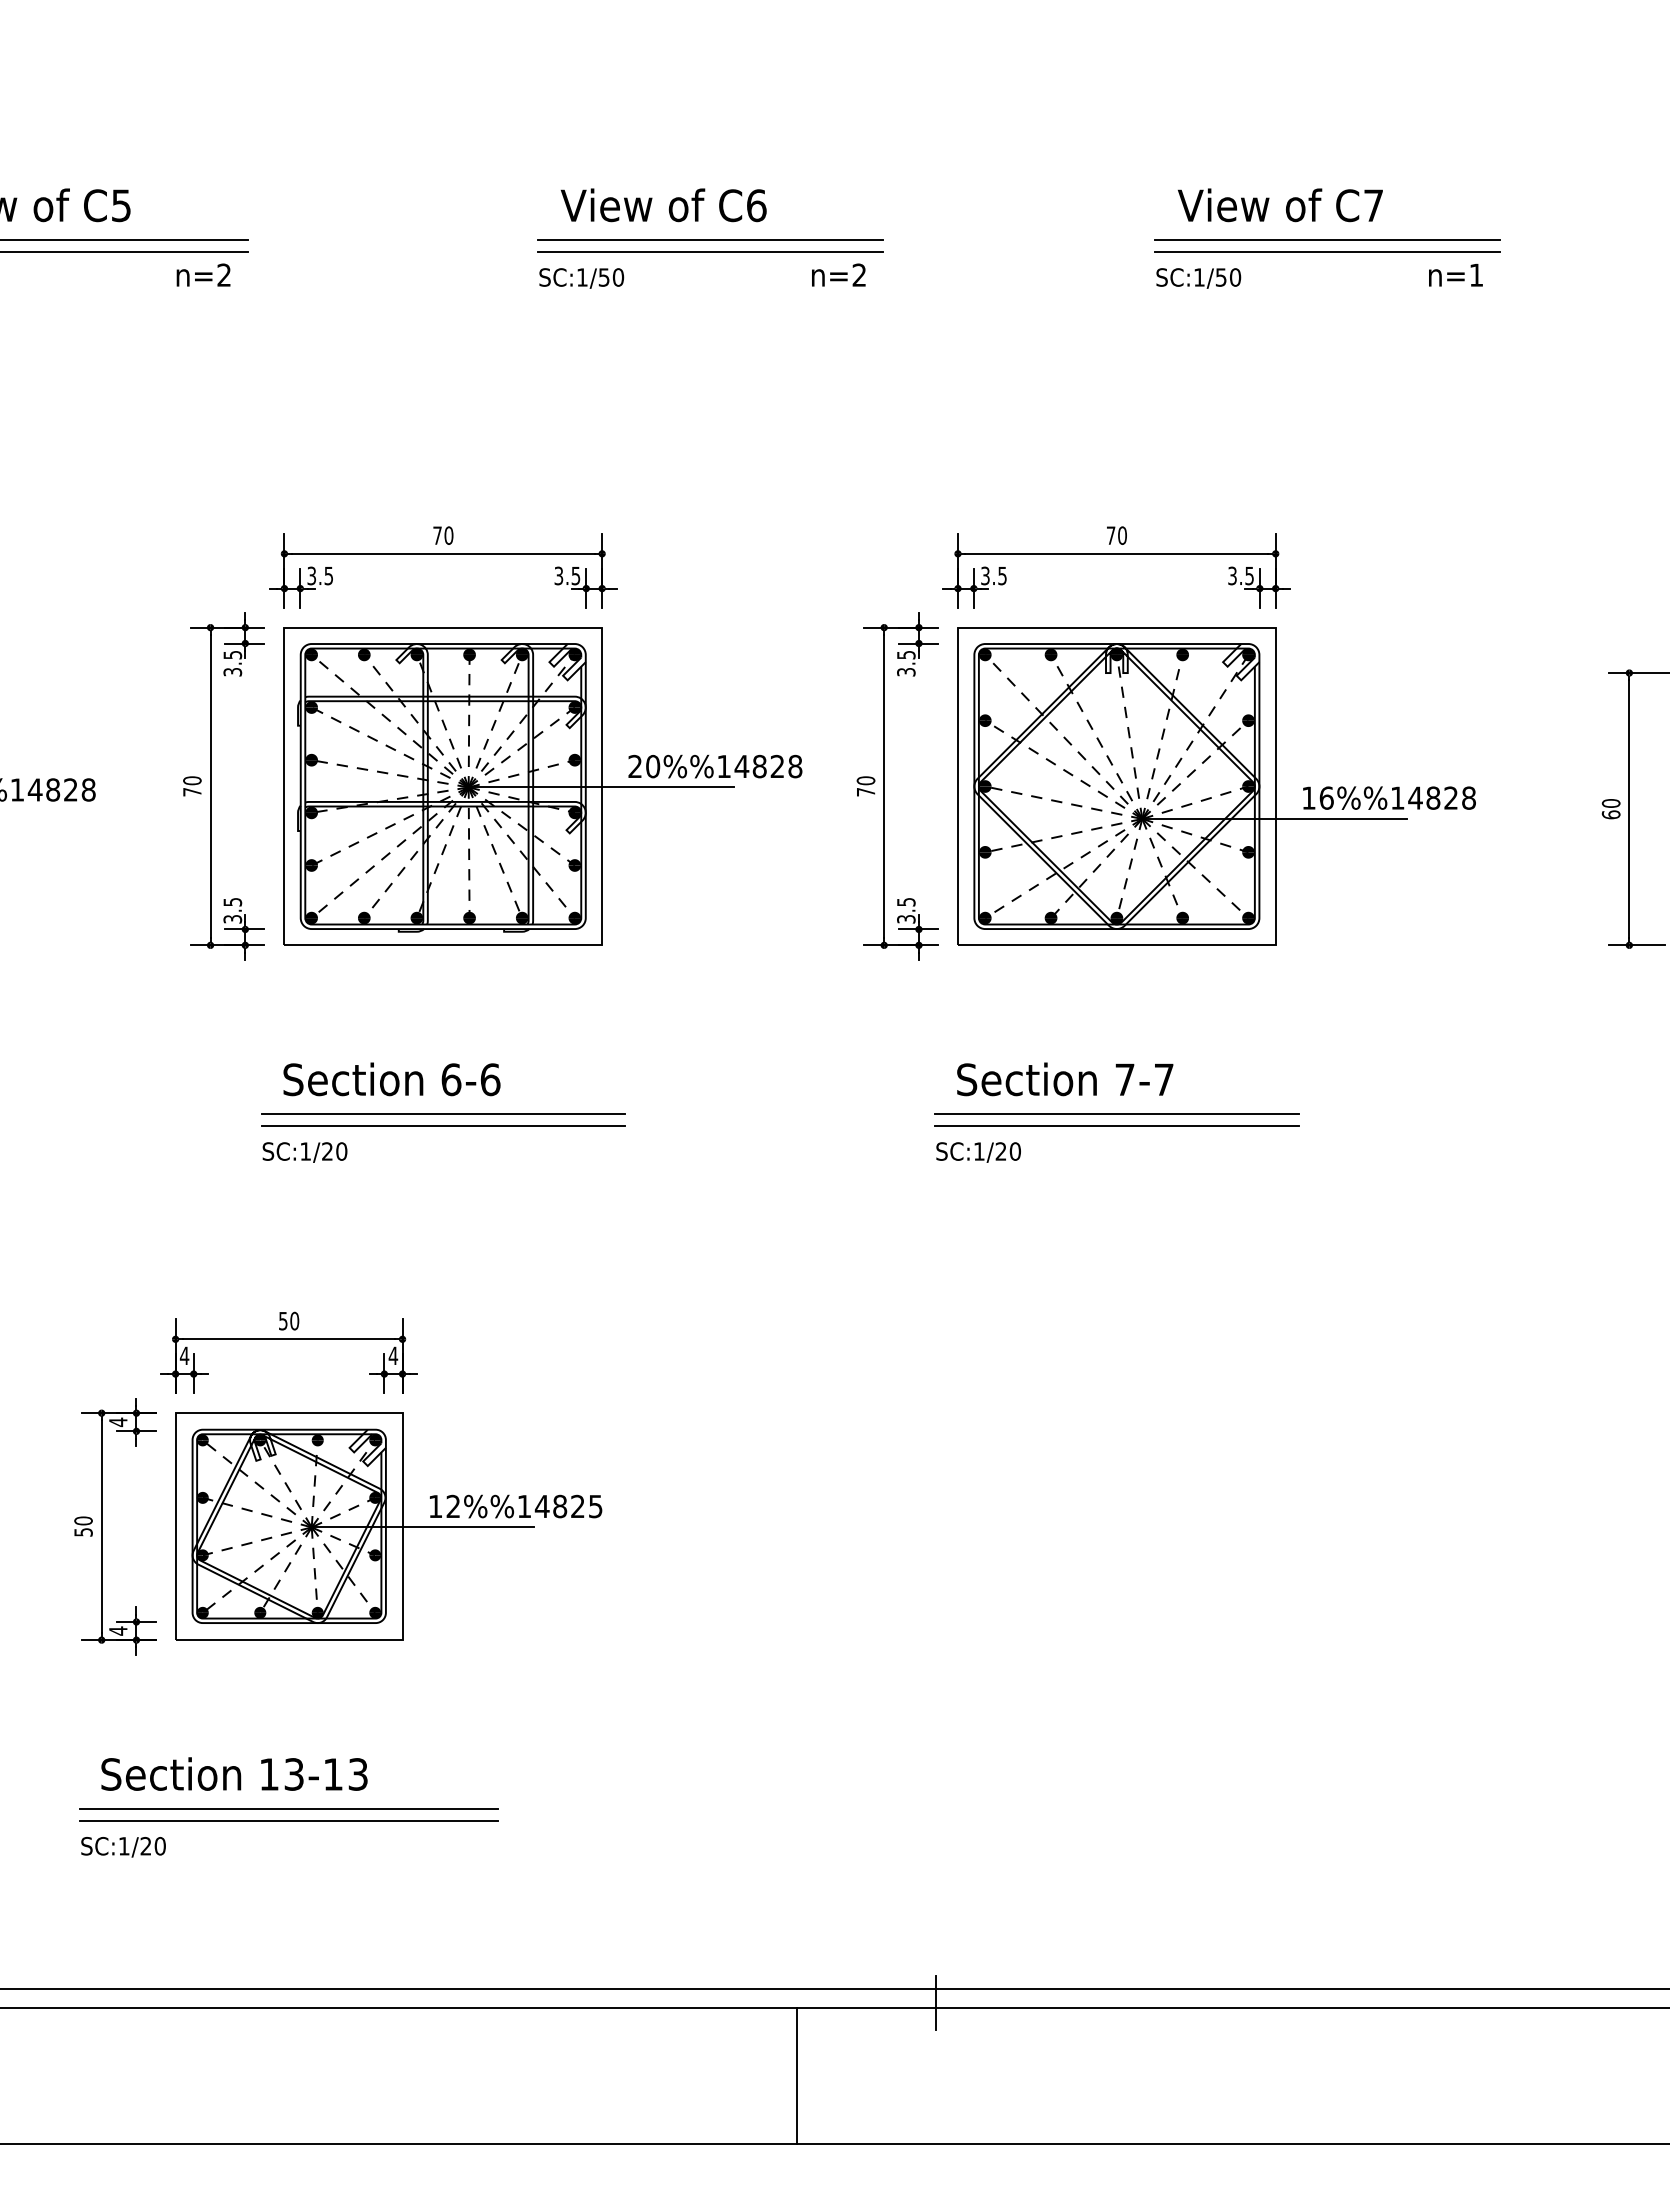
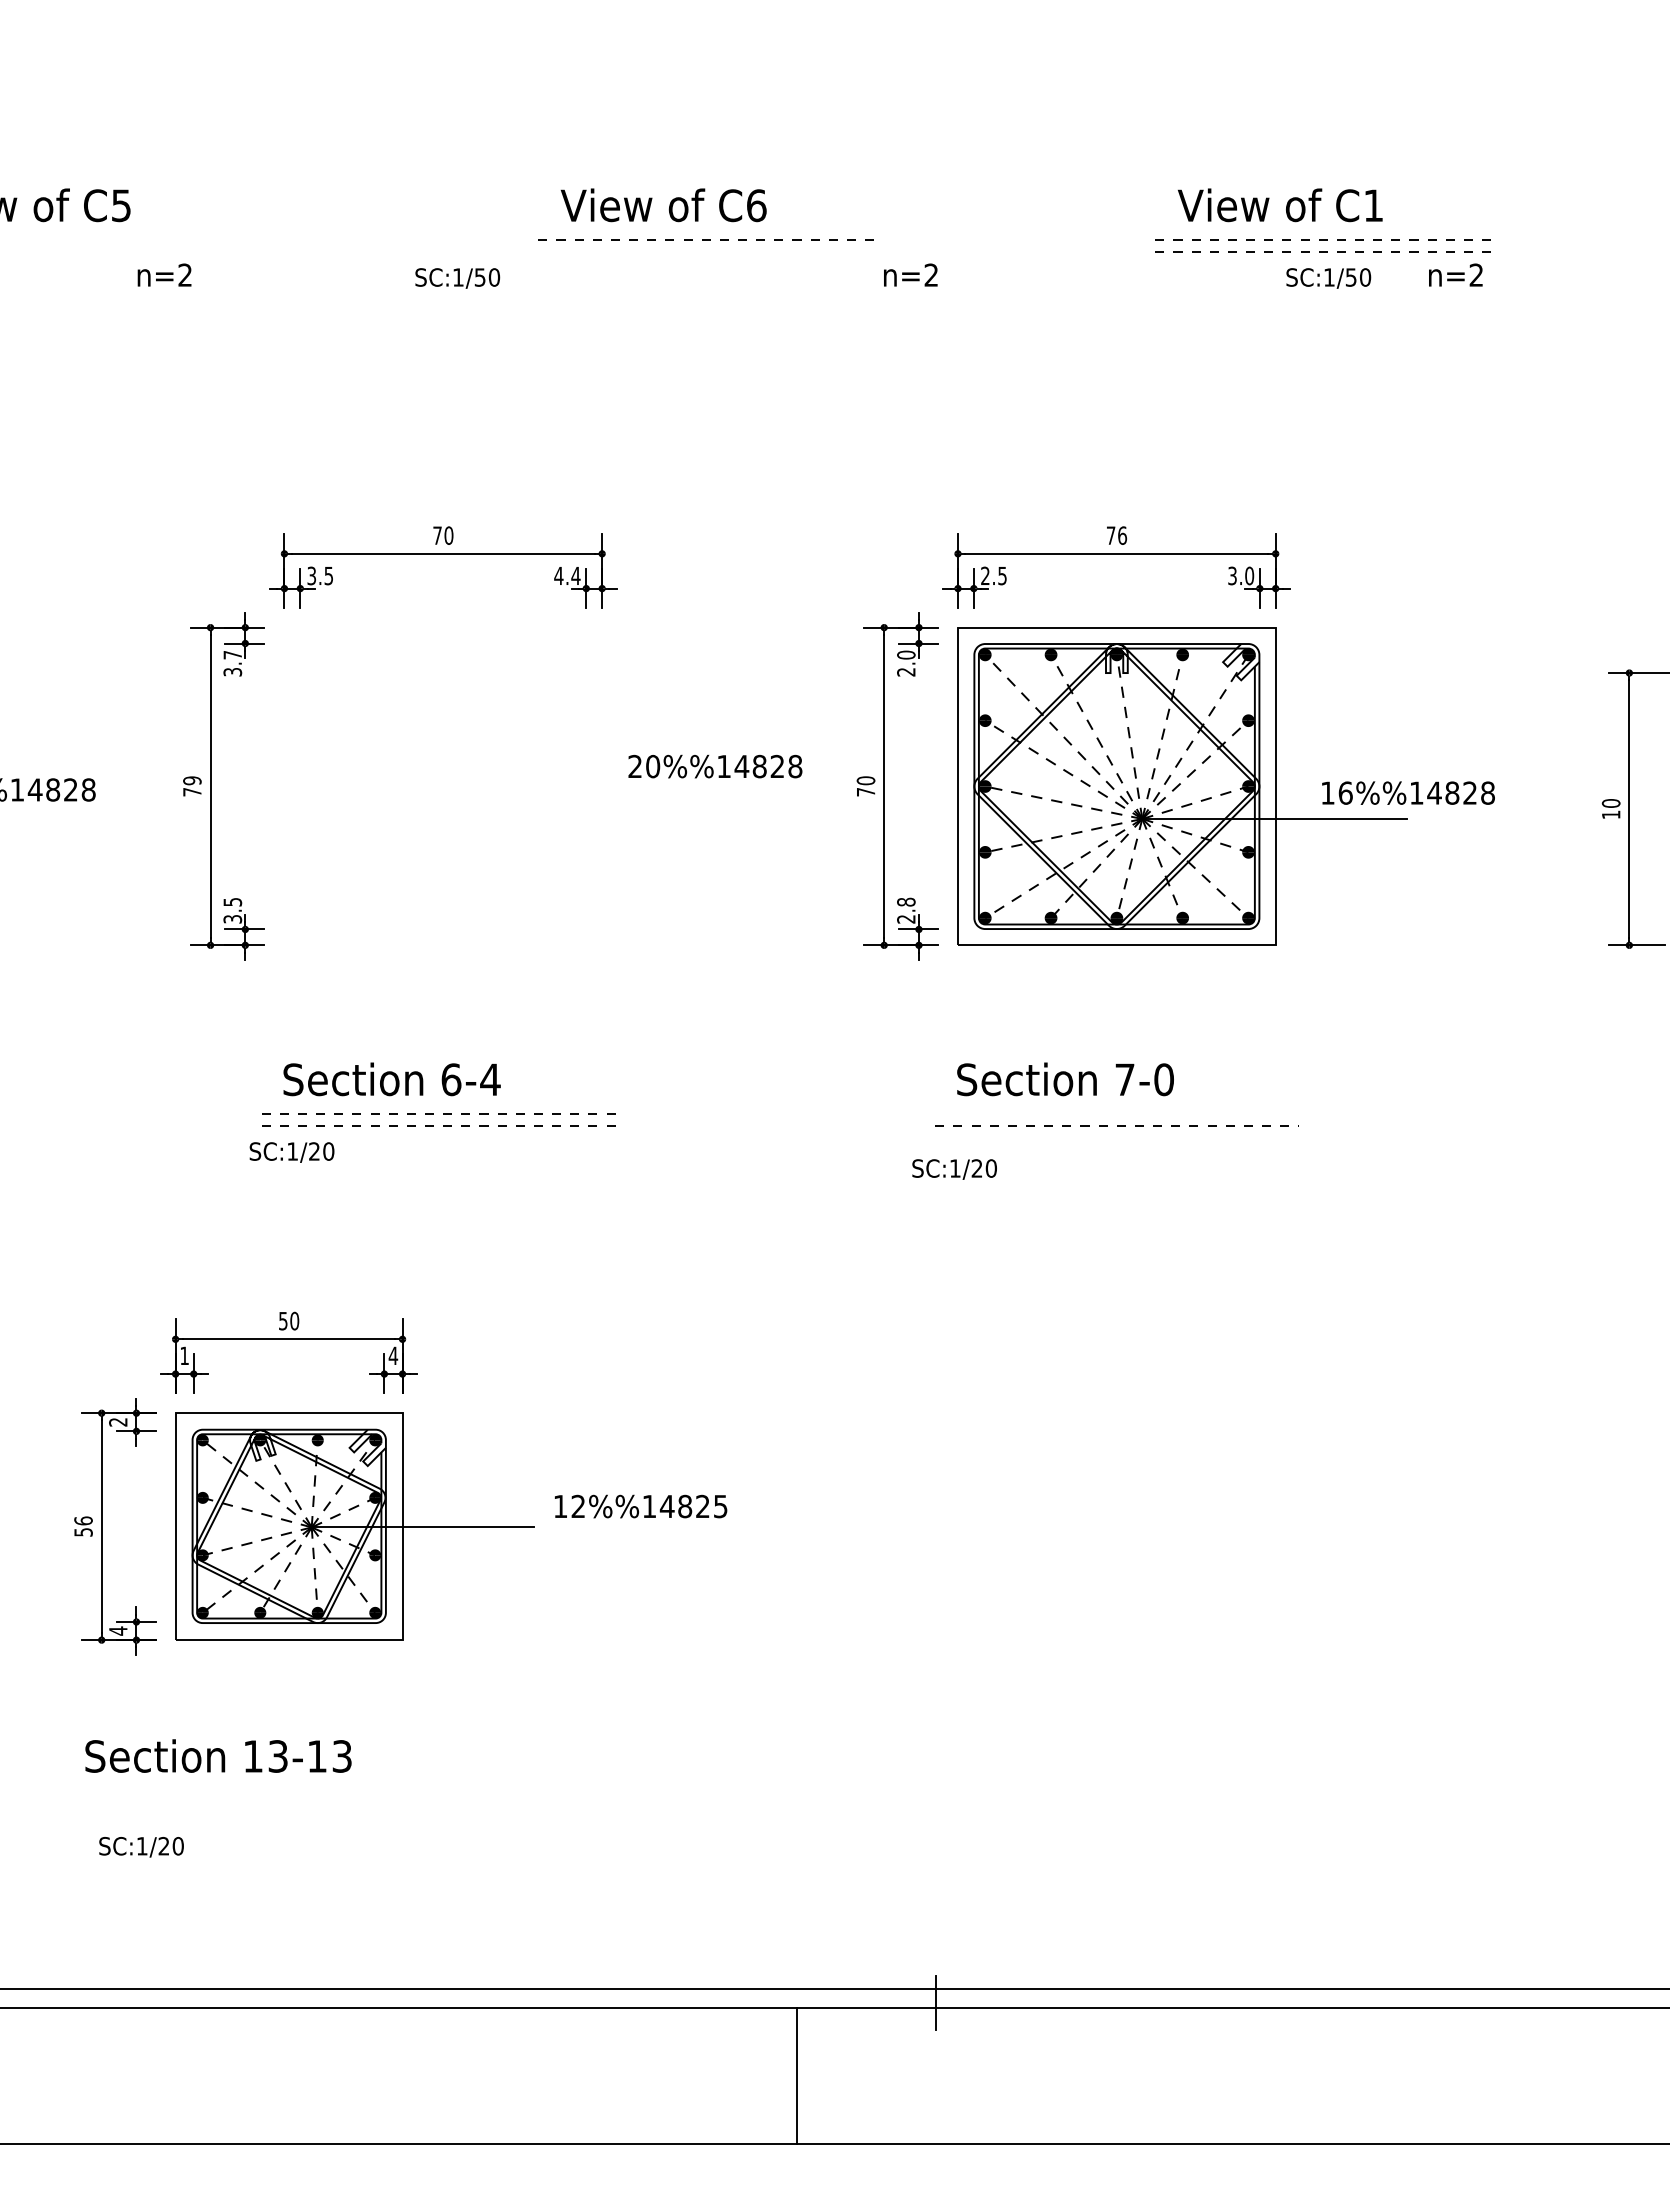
text at (1373, 205): C7 -> C1
line at (125, 239): present -> none
line at (711, 239): solid -> dashed
line at (1328, 239): solid -> dashed
line at (125, 252): present -> none
line at (710, 252): present -> none
line at (1328, 252): solid -> dashed
text at (203, 274) position: (203, 274) -> (164, 274)
text at (838, 274) position: (838, 274) -> (910, 274)
text at (1475, 274): n=1 -> n=2
text at (581, 278) position: (581, 278) -> (457, 278)
text at (1198, 278) position: (1198, 278) -> (1328, 278)
text at (1122, 535): 70 -> 76
text at (567, 575): 3.5 -> 4.4
text at (1249, 575): 3.5 -> 3.0
text at (985, 576): 3.5 -> 2.5
text at (232, 655): 3.5 -> 3.7
text at (906, 663): 3.5 -> 2.0
text at (192, 780): 70 -> 79
part at (508, 786): present -> none
text at (1389, 797) position: (1389, 797) -> (1408, 792)
text at (1610, 814): 60 -> 10
text at (906, 910): 3.5 -> 2.8
text at (490, 1079): 6-6 -> 6-4
text at (1163, 1079): 7-7 -> 7-0
line at (443, 1114): solid -> dashed
line at (1116, 1114): present -> none
line at (443, 1126): solid -> dashed
line at (1116, 1126): solid -> dashed
text at (304, 1152) position: (304, 1152) -> (291, 1152)
text at (978, 1152) position: (978, 1152) -> (954, 1169)
text at (184, 1355): 4 -> 1
text at (118, 1422): 4 -> 2
text at (516, 1506) position: (516, 1506) -> (641, 1506)
text at (83, 1520): 50 -> 56
text at (234, 1773) position: (234, 1773) -> (218, 1755)
line at (288, 1808): present -> none
line at (288, 1821): present -> none
text at (123, 1847) position: (123, 1847) -> (141, 1847)
